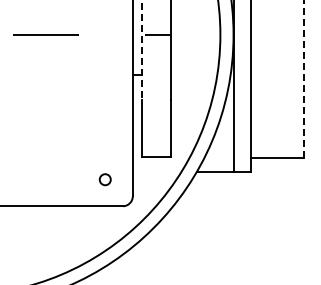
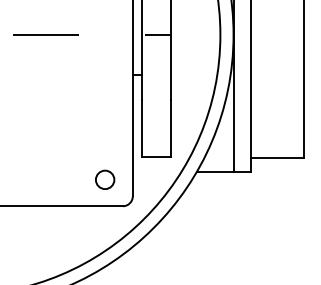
line at (142, 49): dashed -> solid
line at (304, 79): dashed -> solid
circle at (104, 179) size: 14x14 px -> 21x21 px
